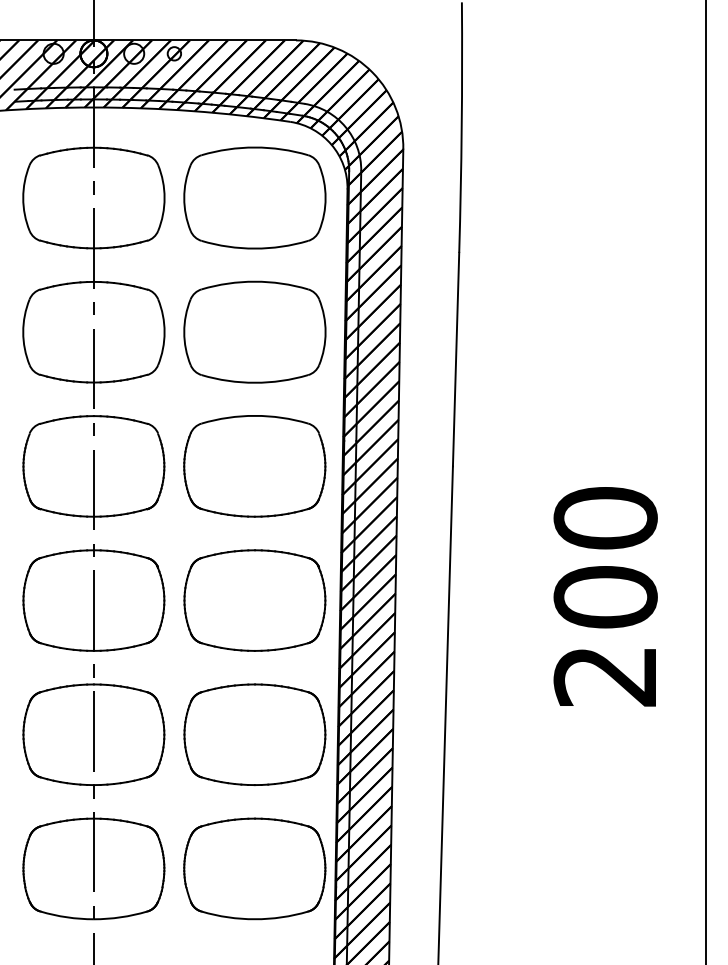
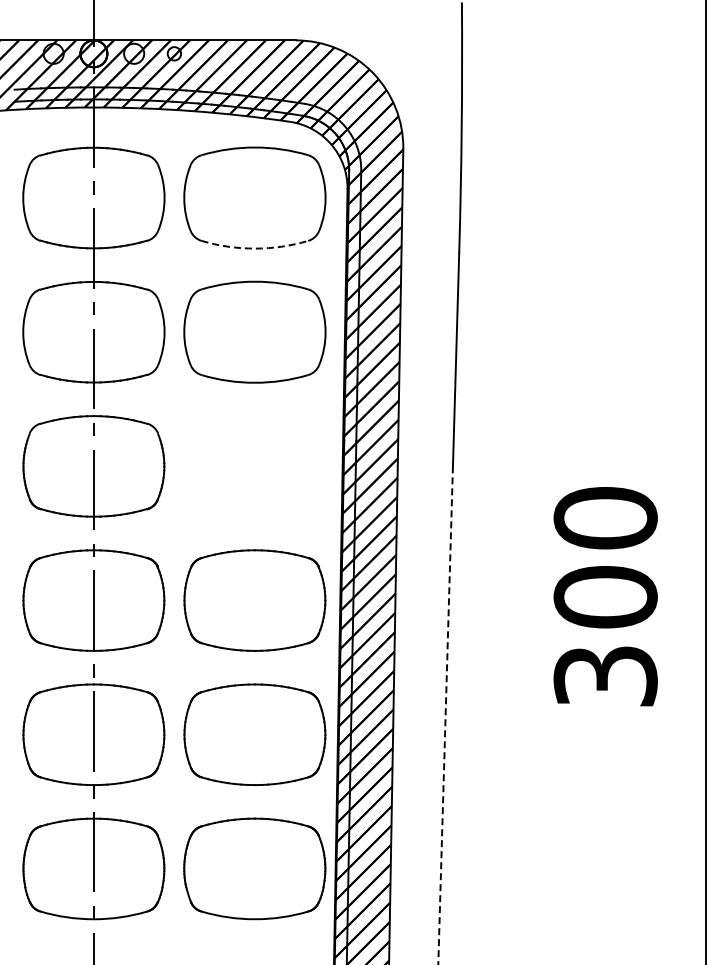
arc at (254, 248): solid -> dashed
part at (254, 466): present -> none
text at (605, 676): 200 -> 300
line at (445, 716): solid -> dashed
